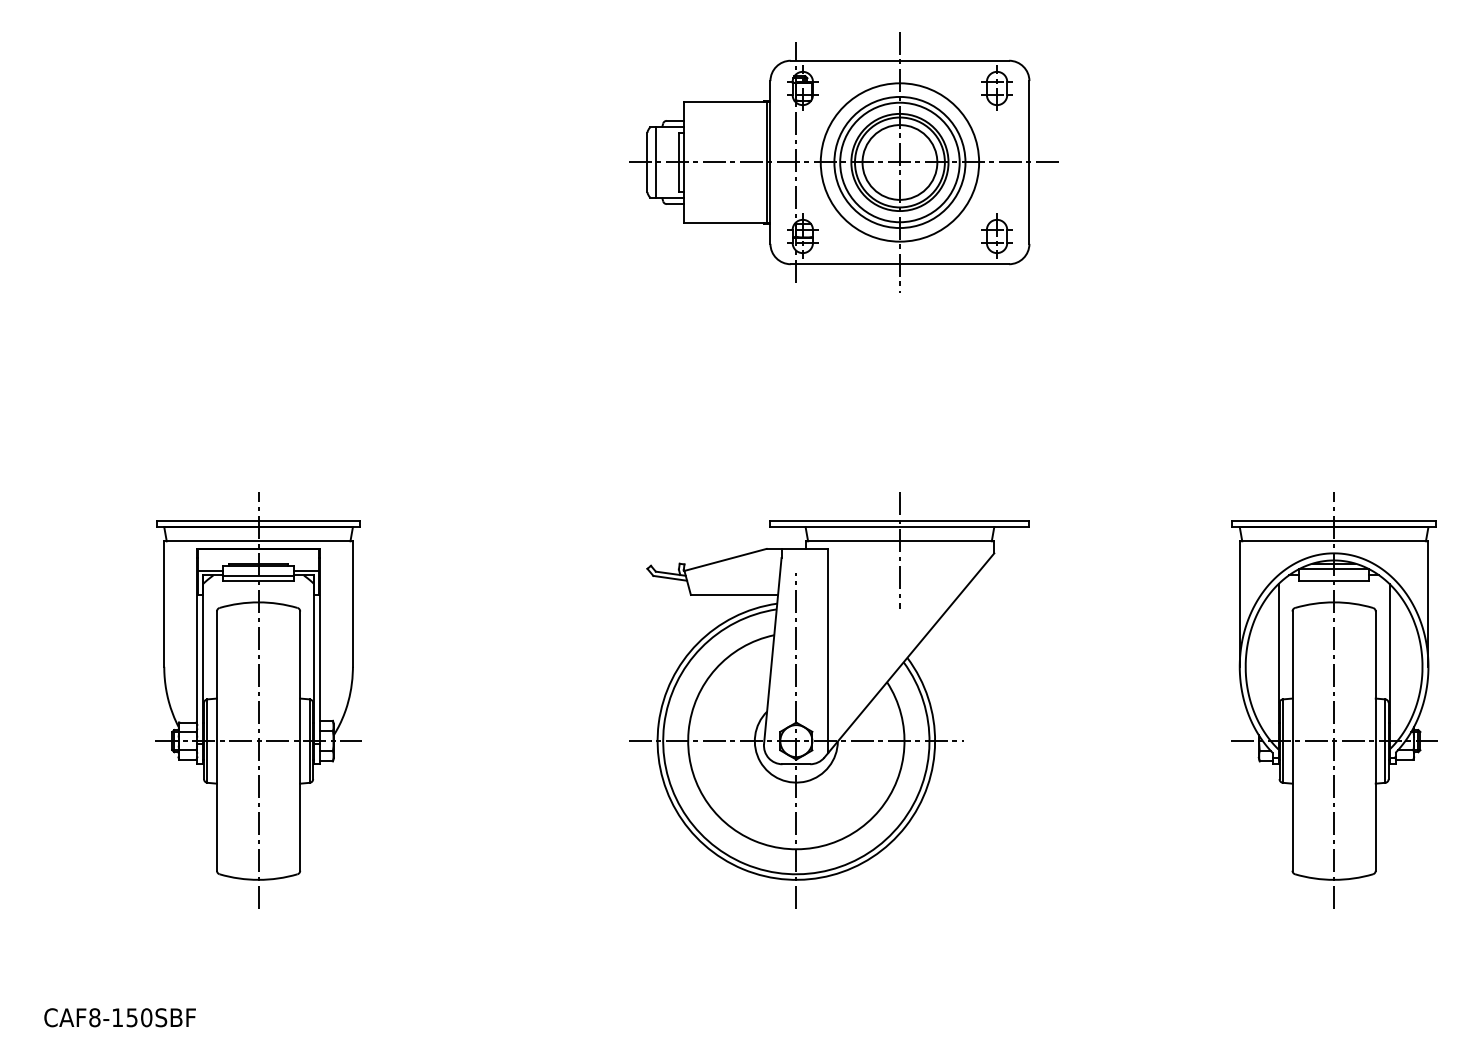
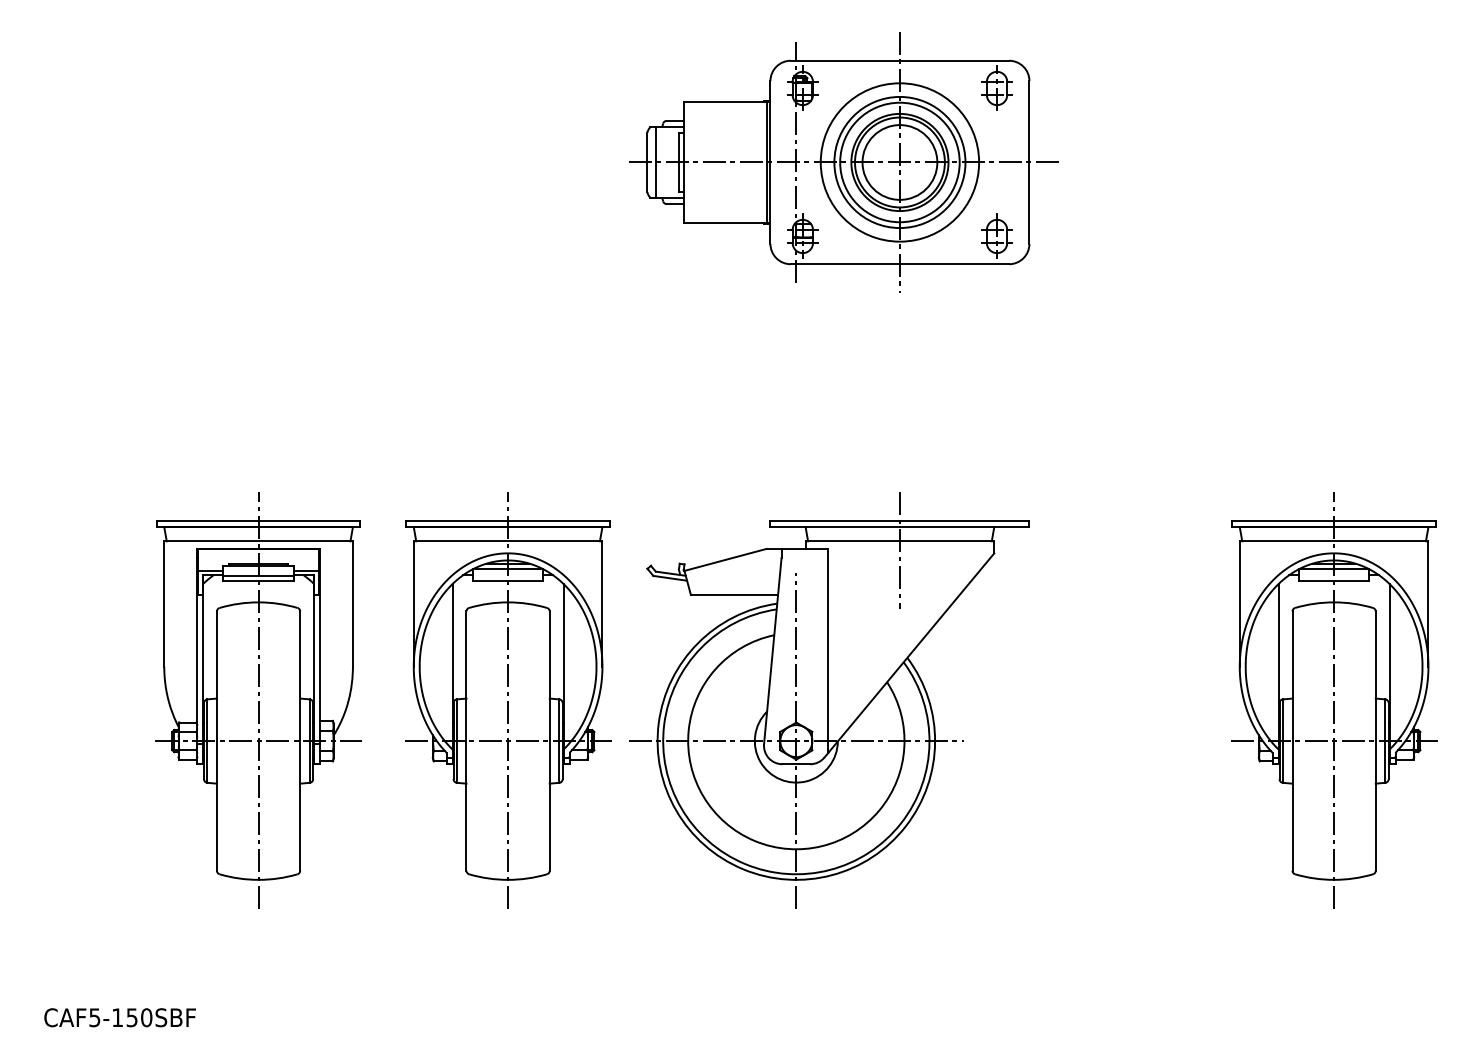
part at (508, 700): none -> present
text at (94, 1017): CAF8-150SBF -> CAF5-150SBF
